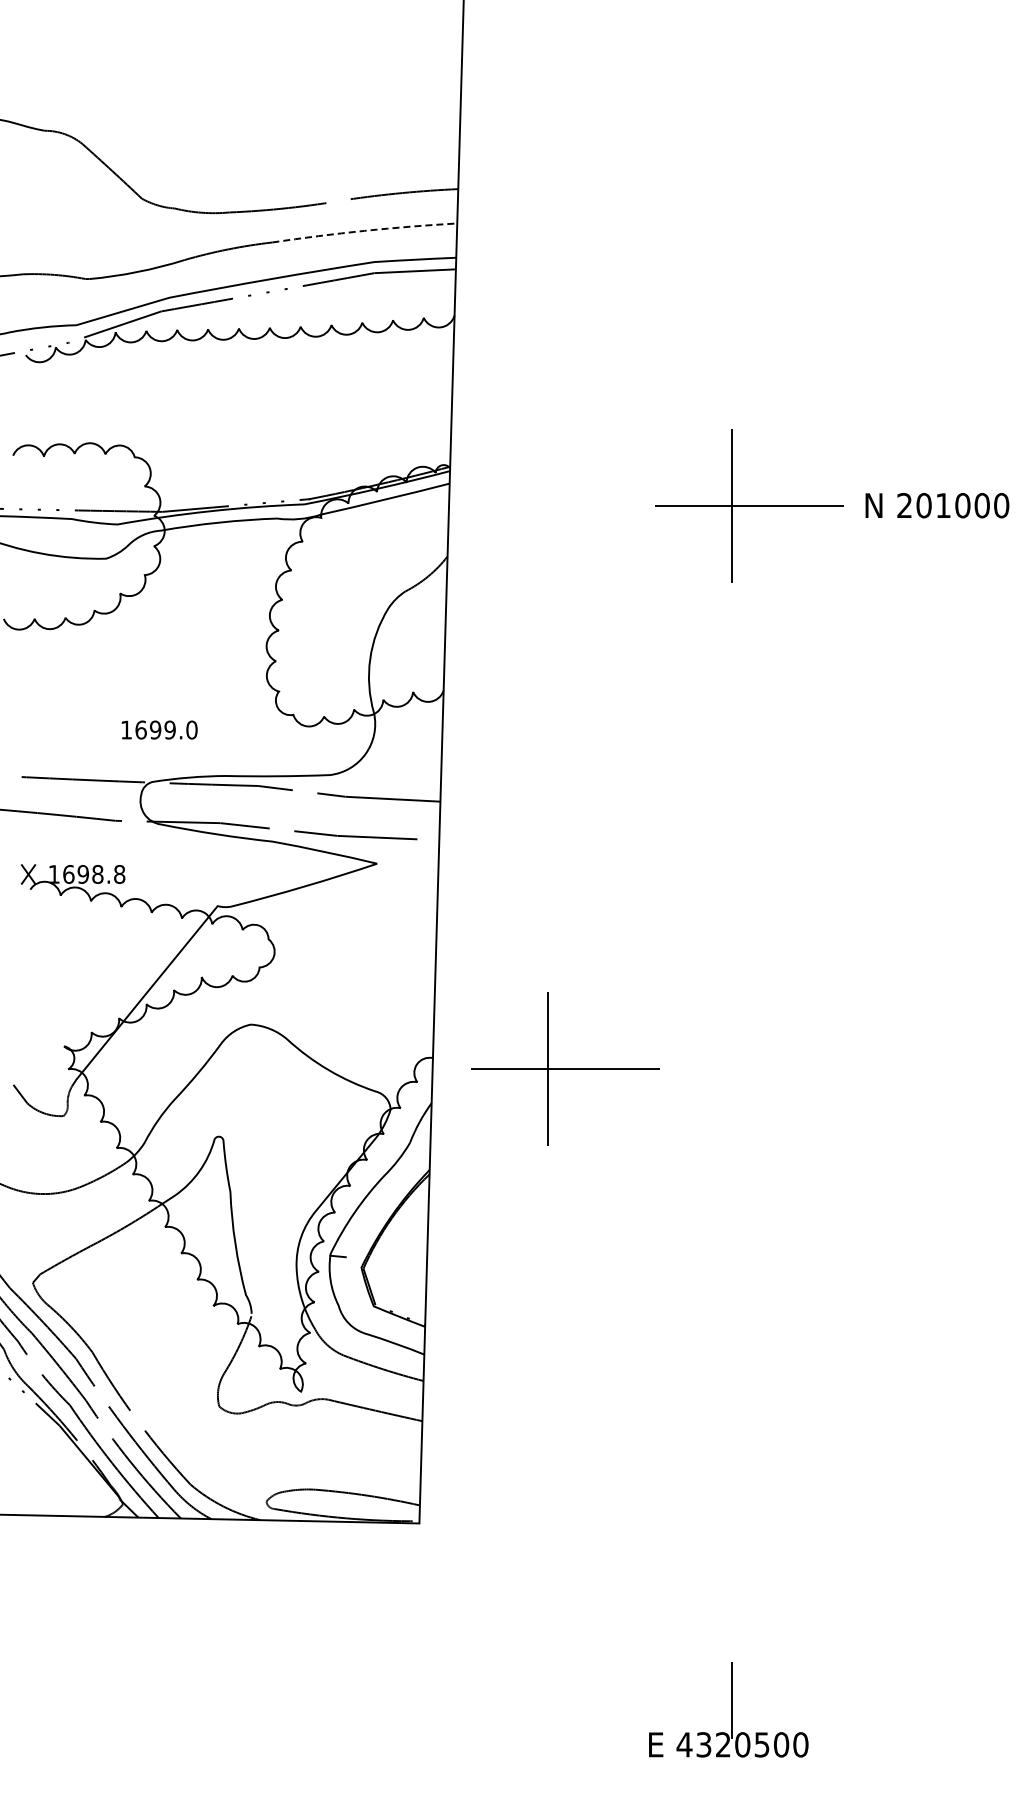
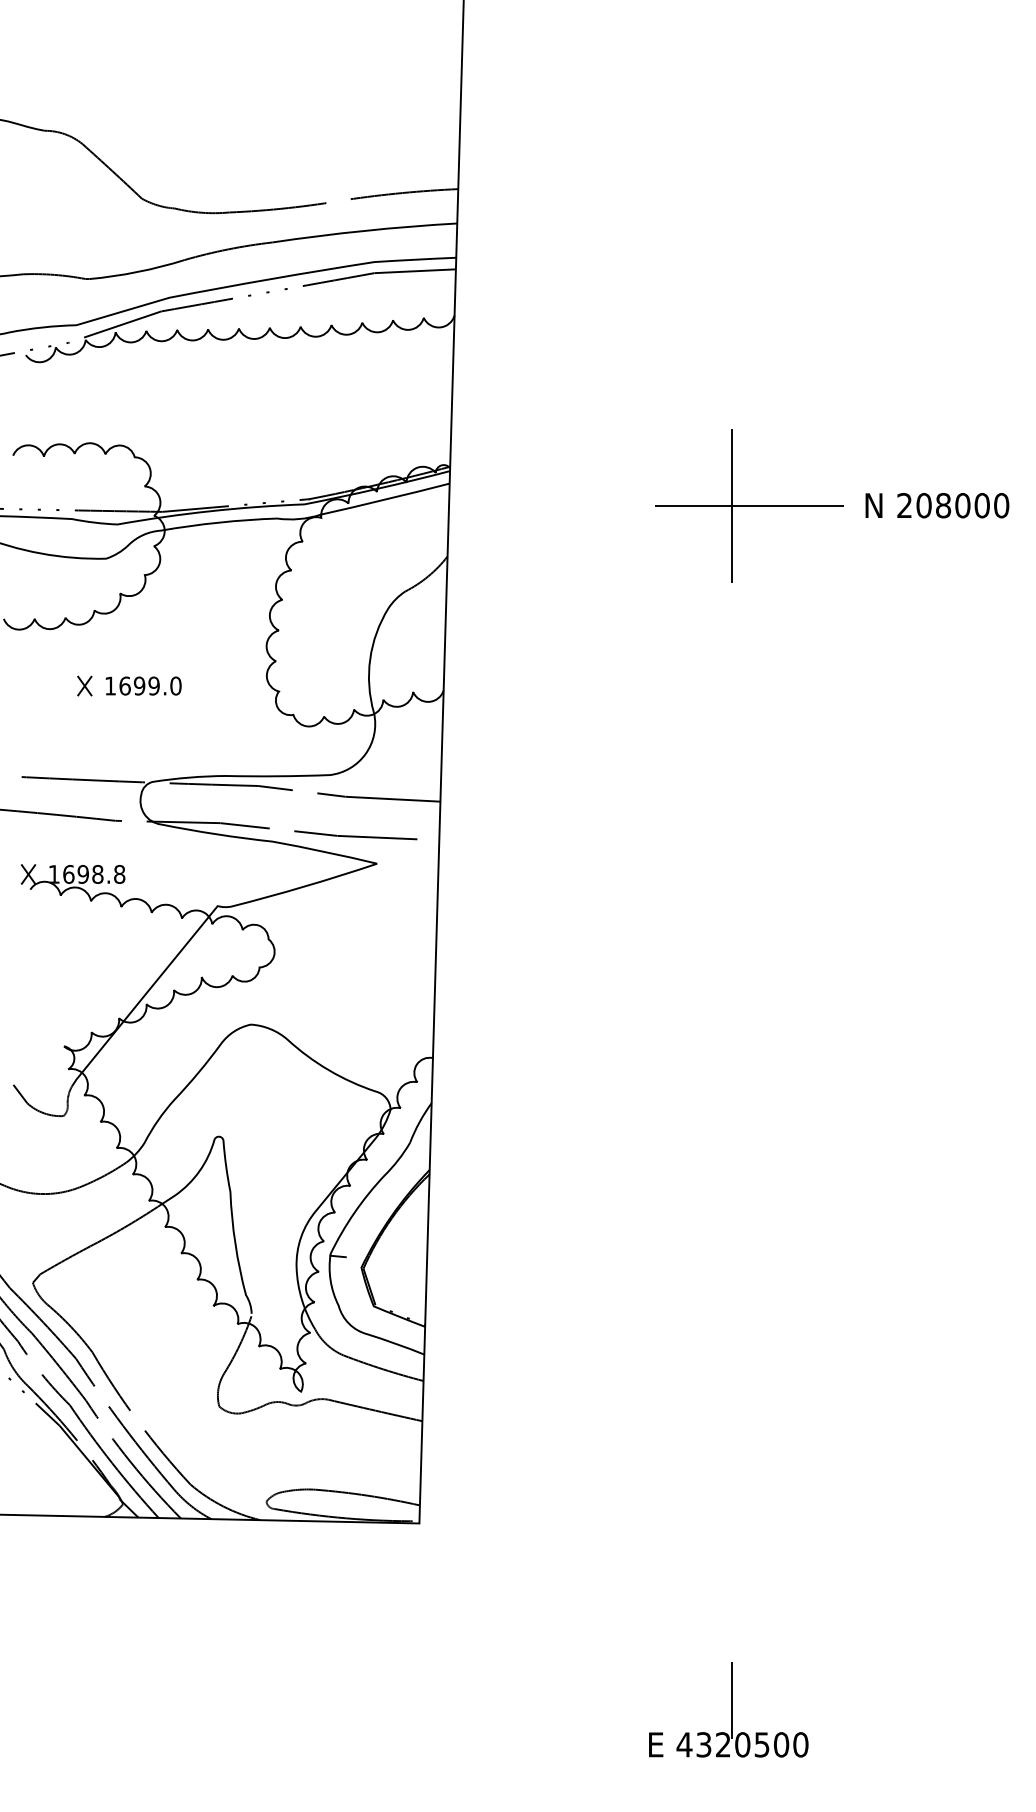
line at (364, 230): dashed -> solid
text at (943, 505): 201000 -> 208000
part at (84, 685): none -> present
text at (159, 729) position: (159, 729) -> (143, 685)
part at (565, 1068): present -> none
